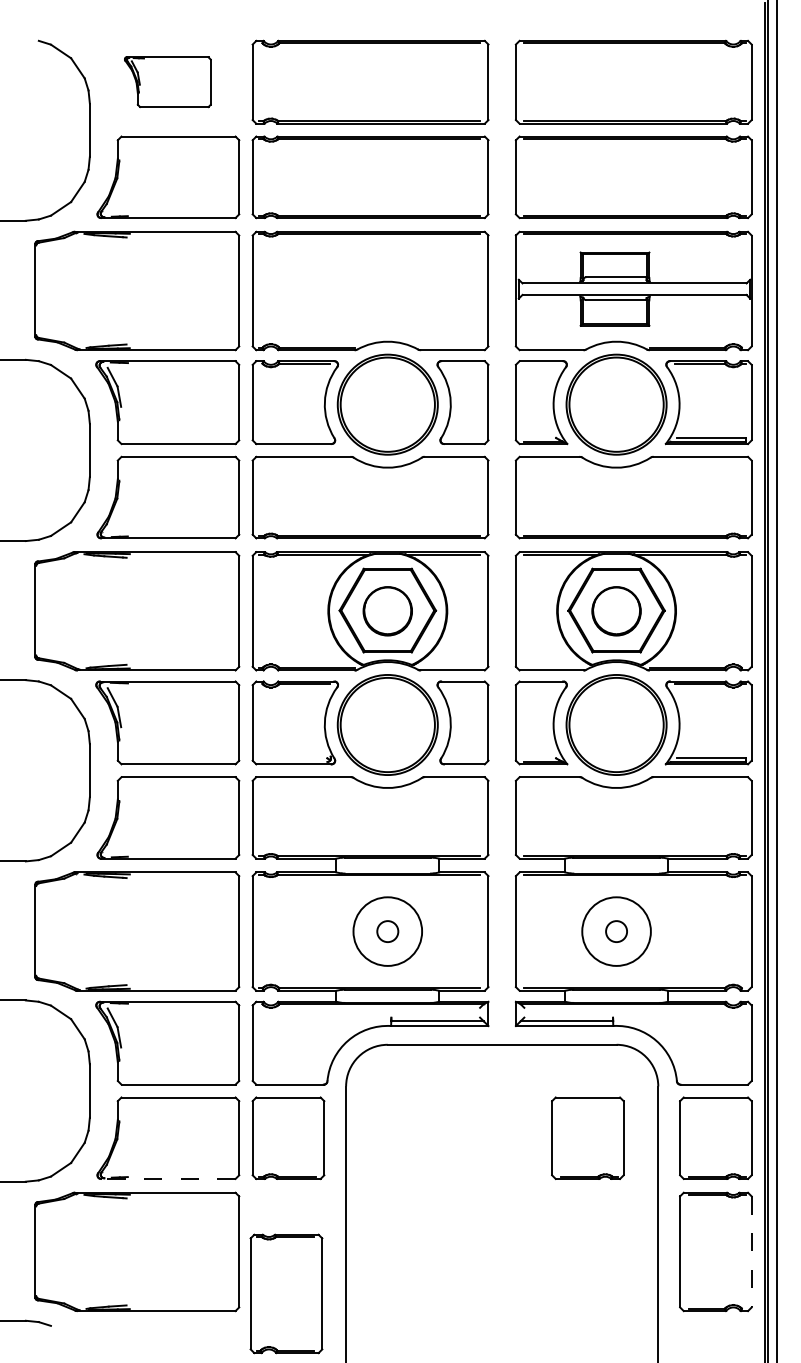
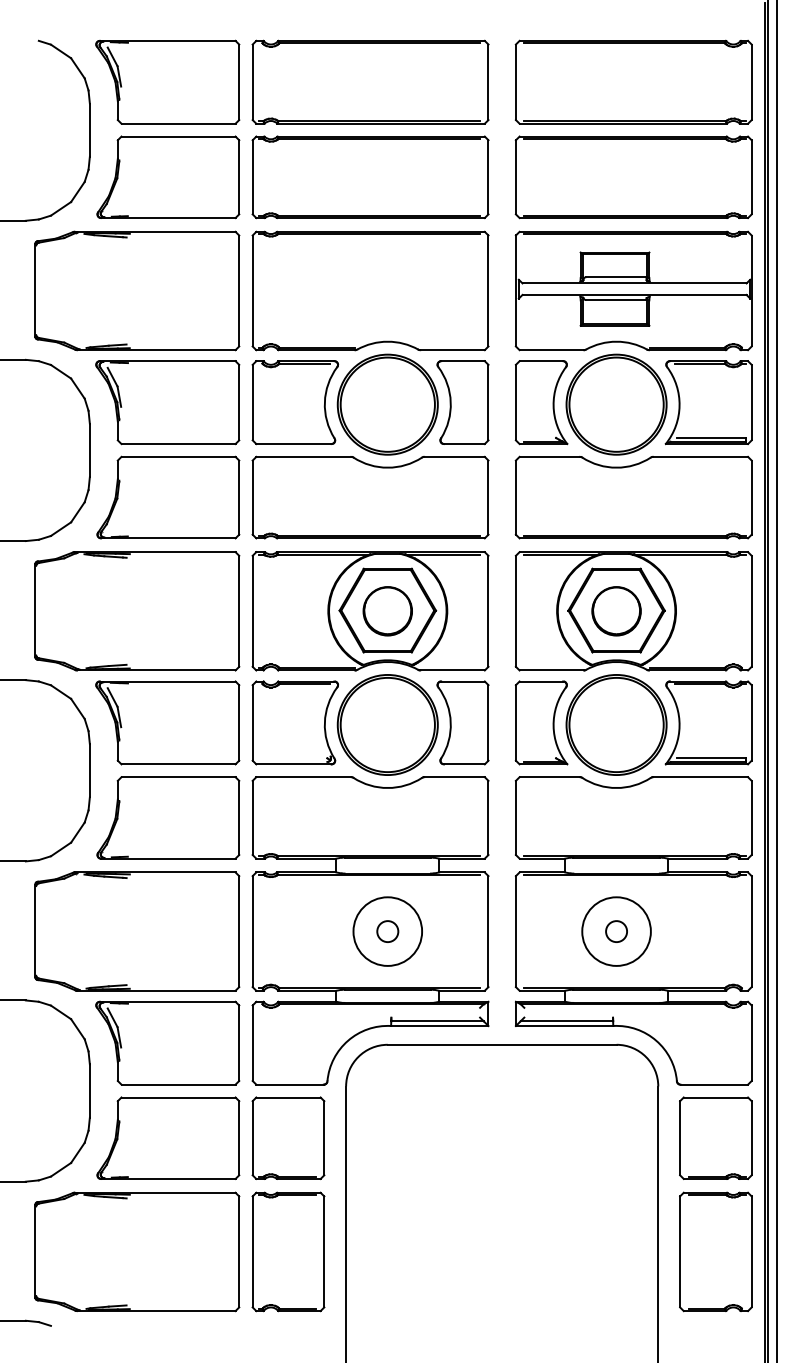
part at (167, 82) size: 88x53 px -> 146x86 px
part at (587, 1137): present -> none
line at (167, 1178): dashed -> solid
line at (751, 1252): dashed -> solid
part at (286, 1293) position: (286, 1293) -> (288, 1251)
